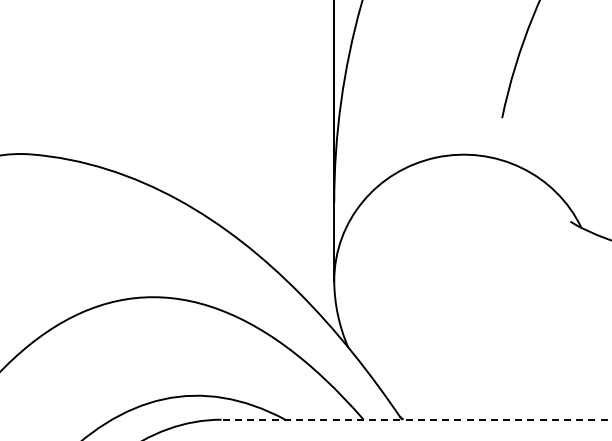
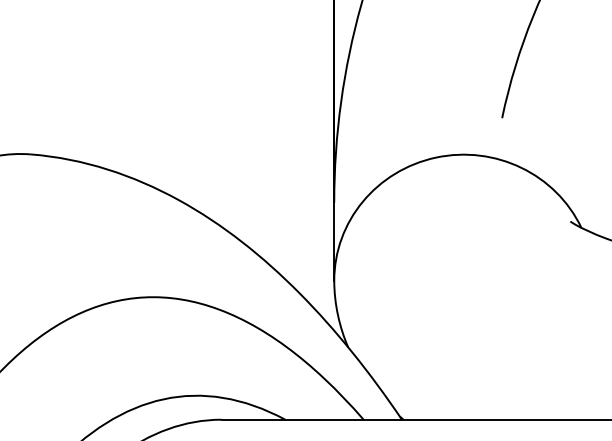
line at (416, 419): dashed -> solid
